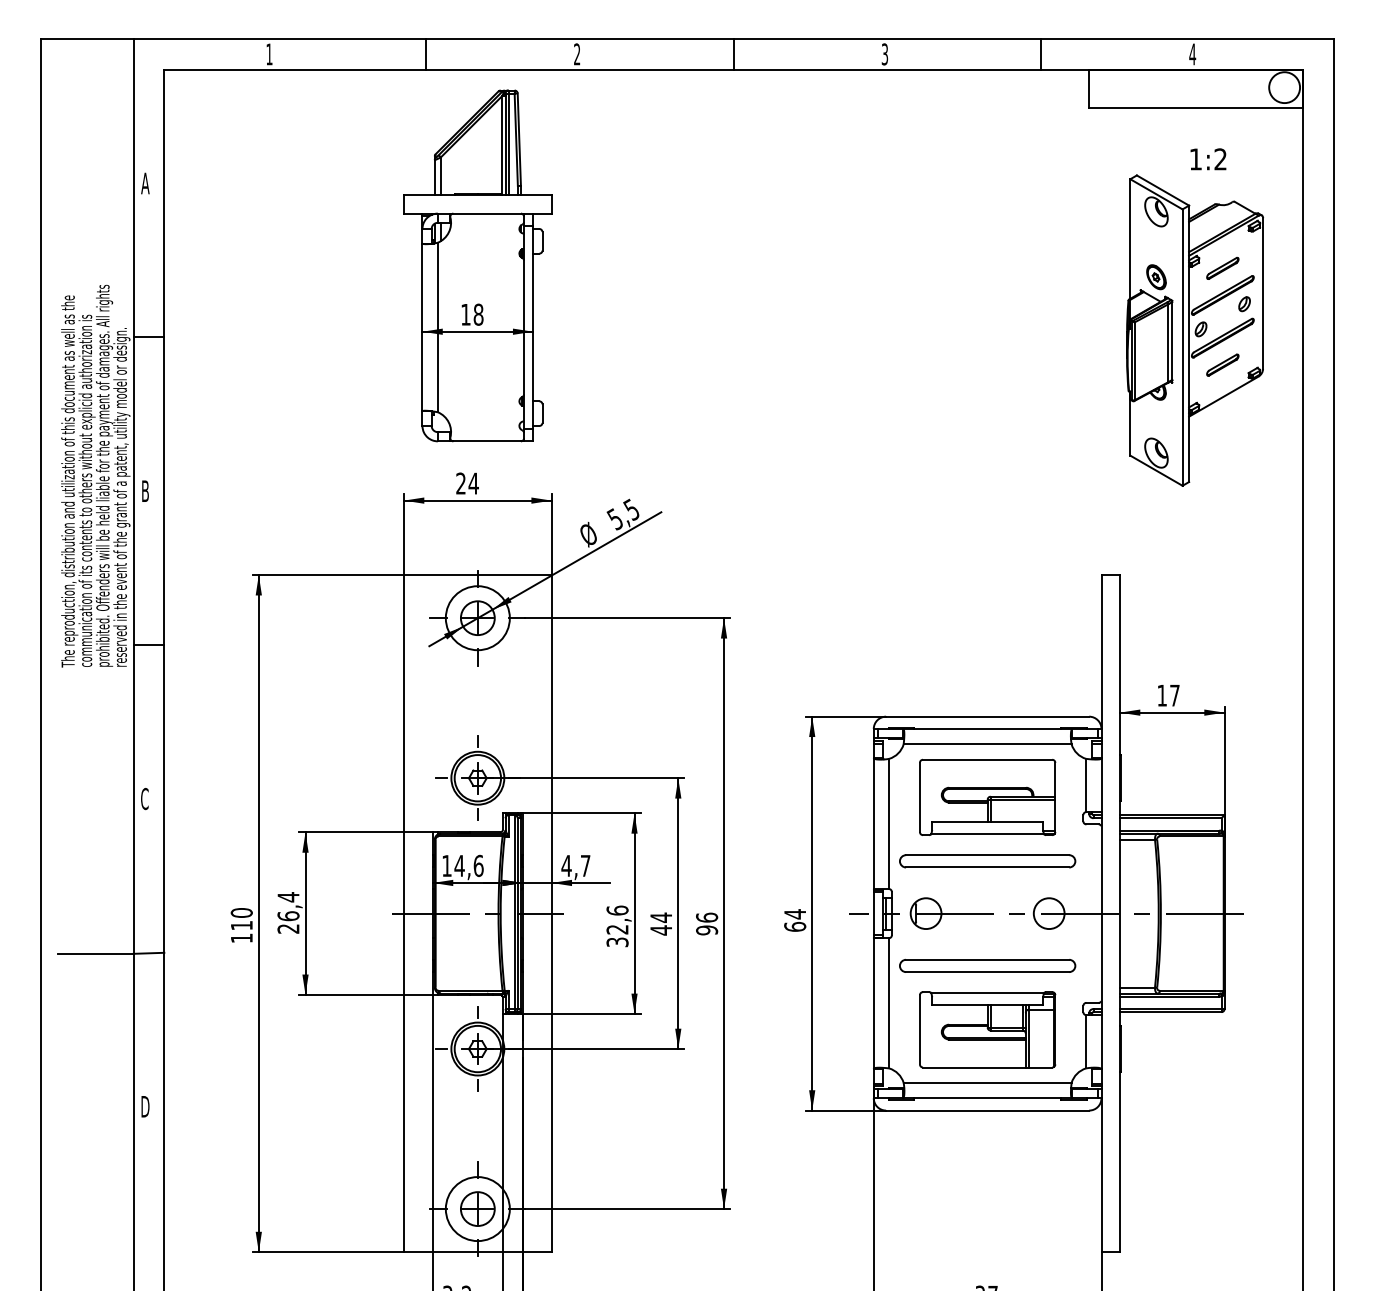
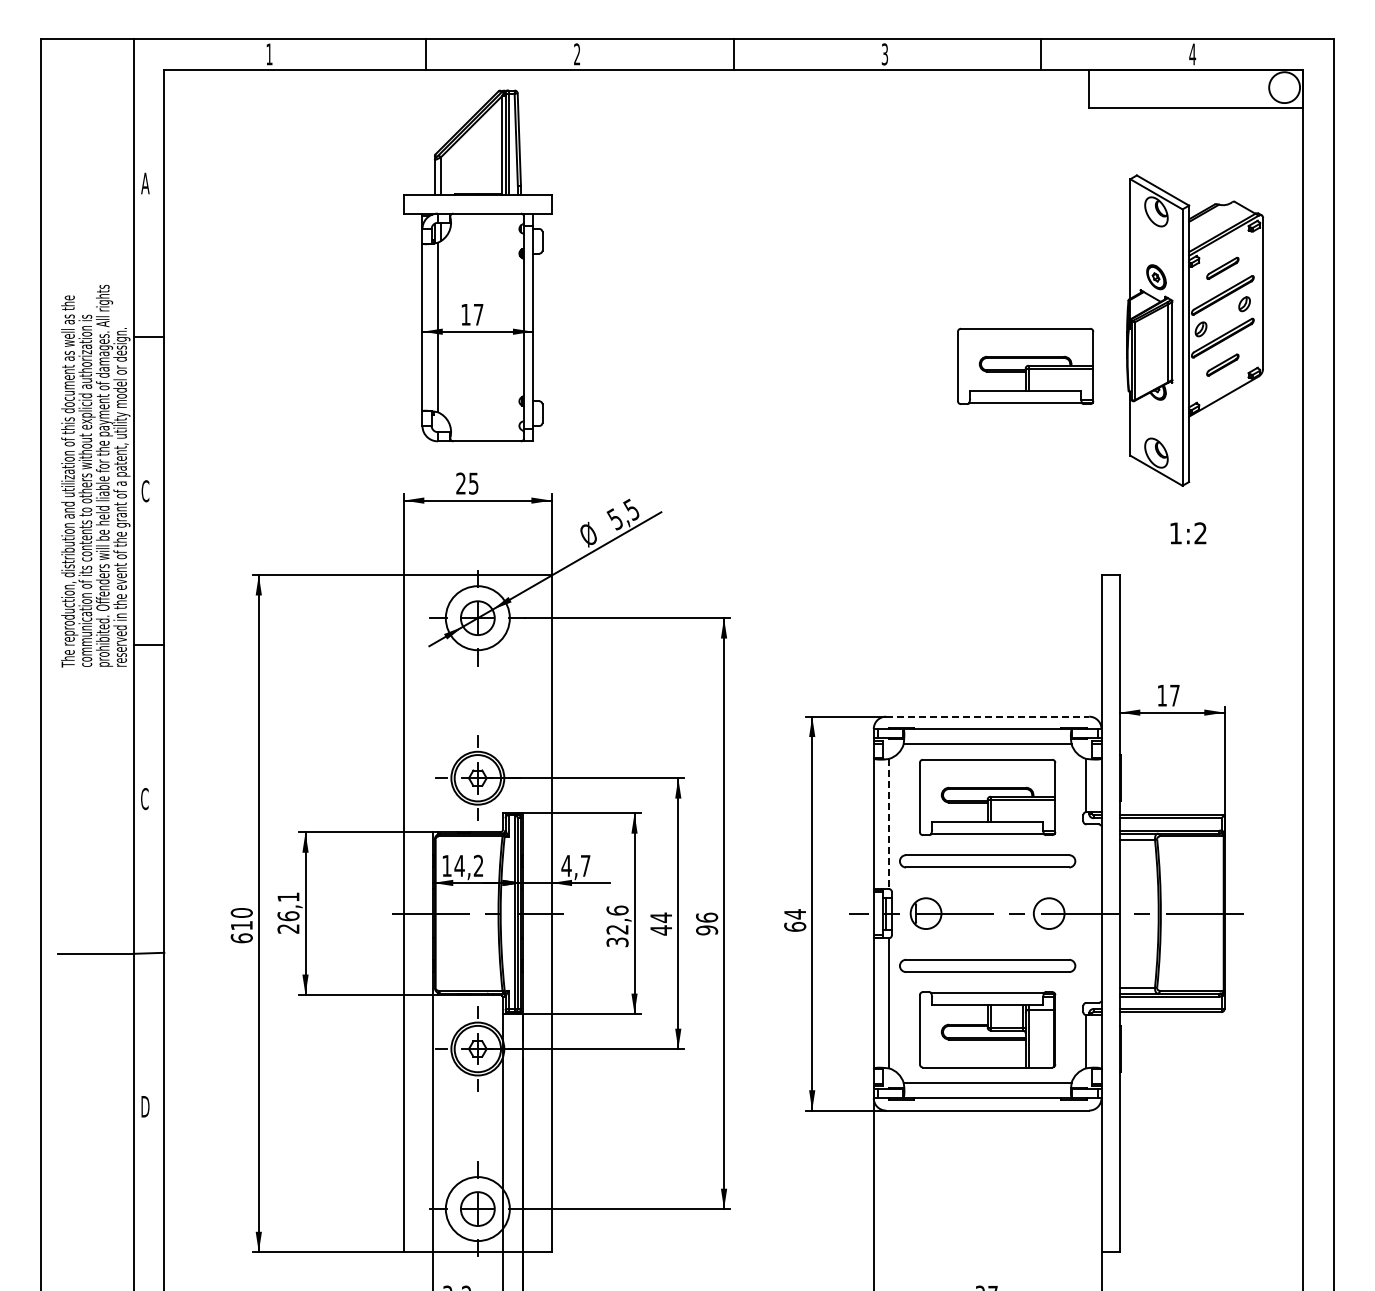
text at (1208, 159) position: (1208, 159) -> (1188, 533)
text at (478, 314): 18 -> 17
part at (1025, 365): none -> present
text at (473, 483): 24 -> 25
text at (145, 491): B -> C
line at (987, 716): solid -> dashed
line at (889, 824): solid -> dashed
text at (478, 865): 14,6 -> 14,2
text at (288, 897): 26,4 -> 26,1
text at (241, 938): 110 -> 610
